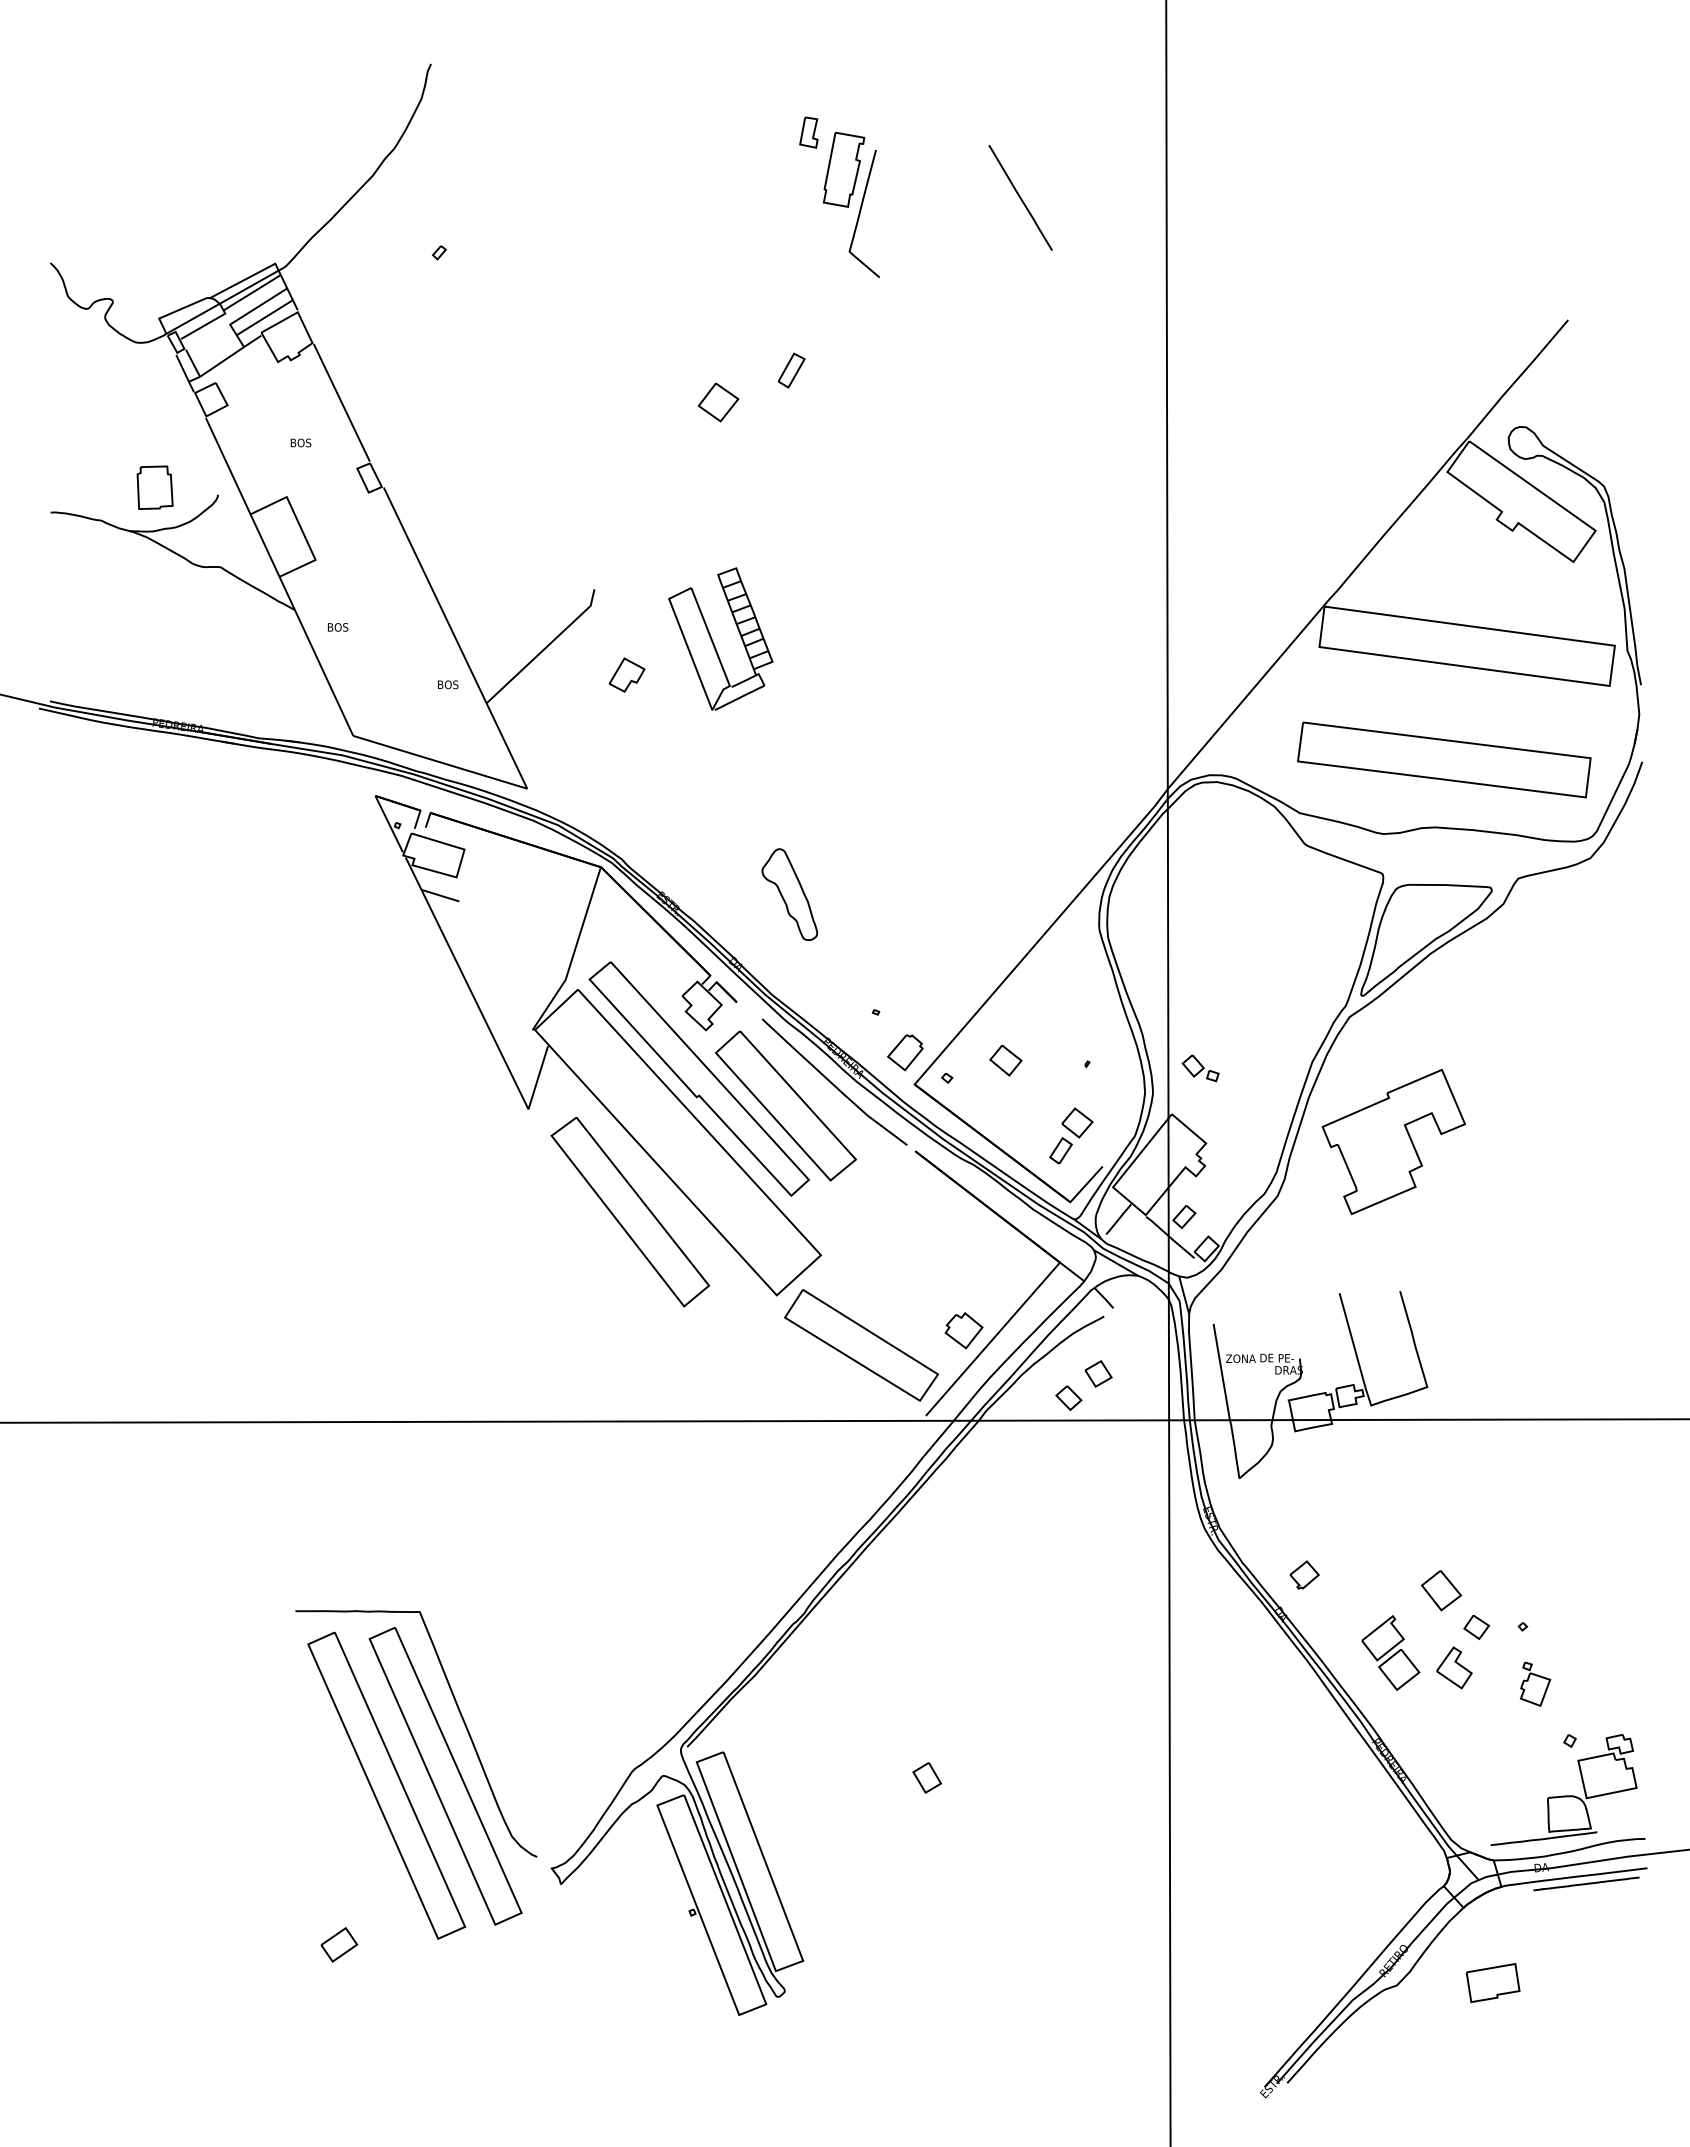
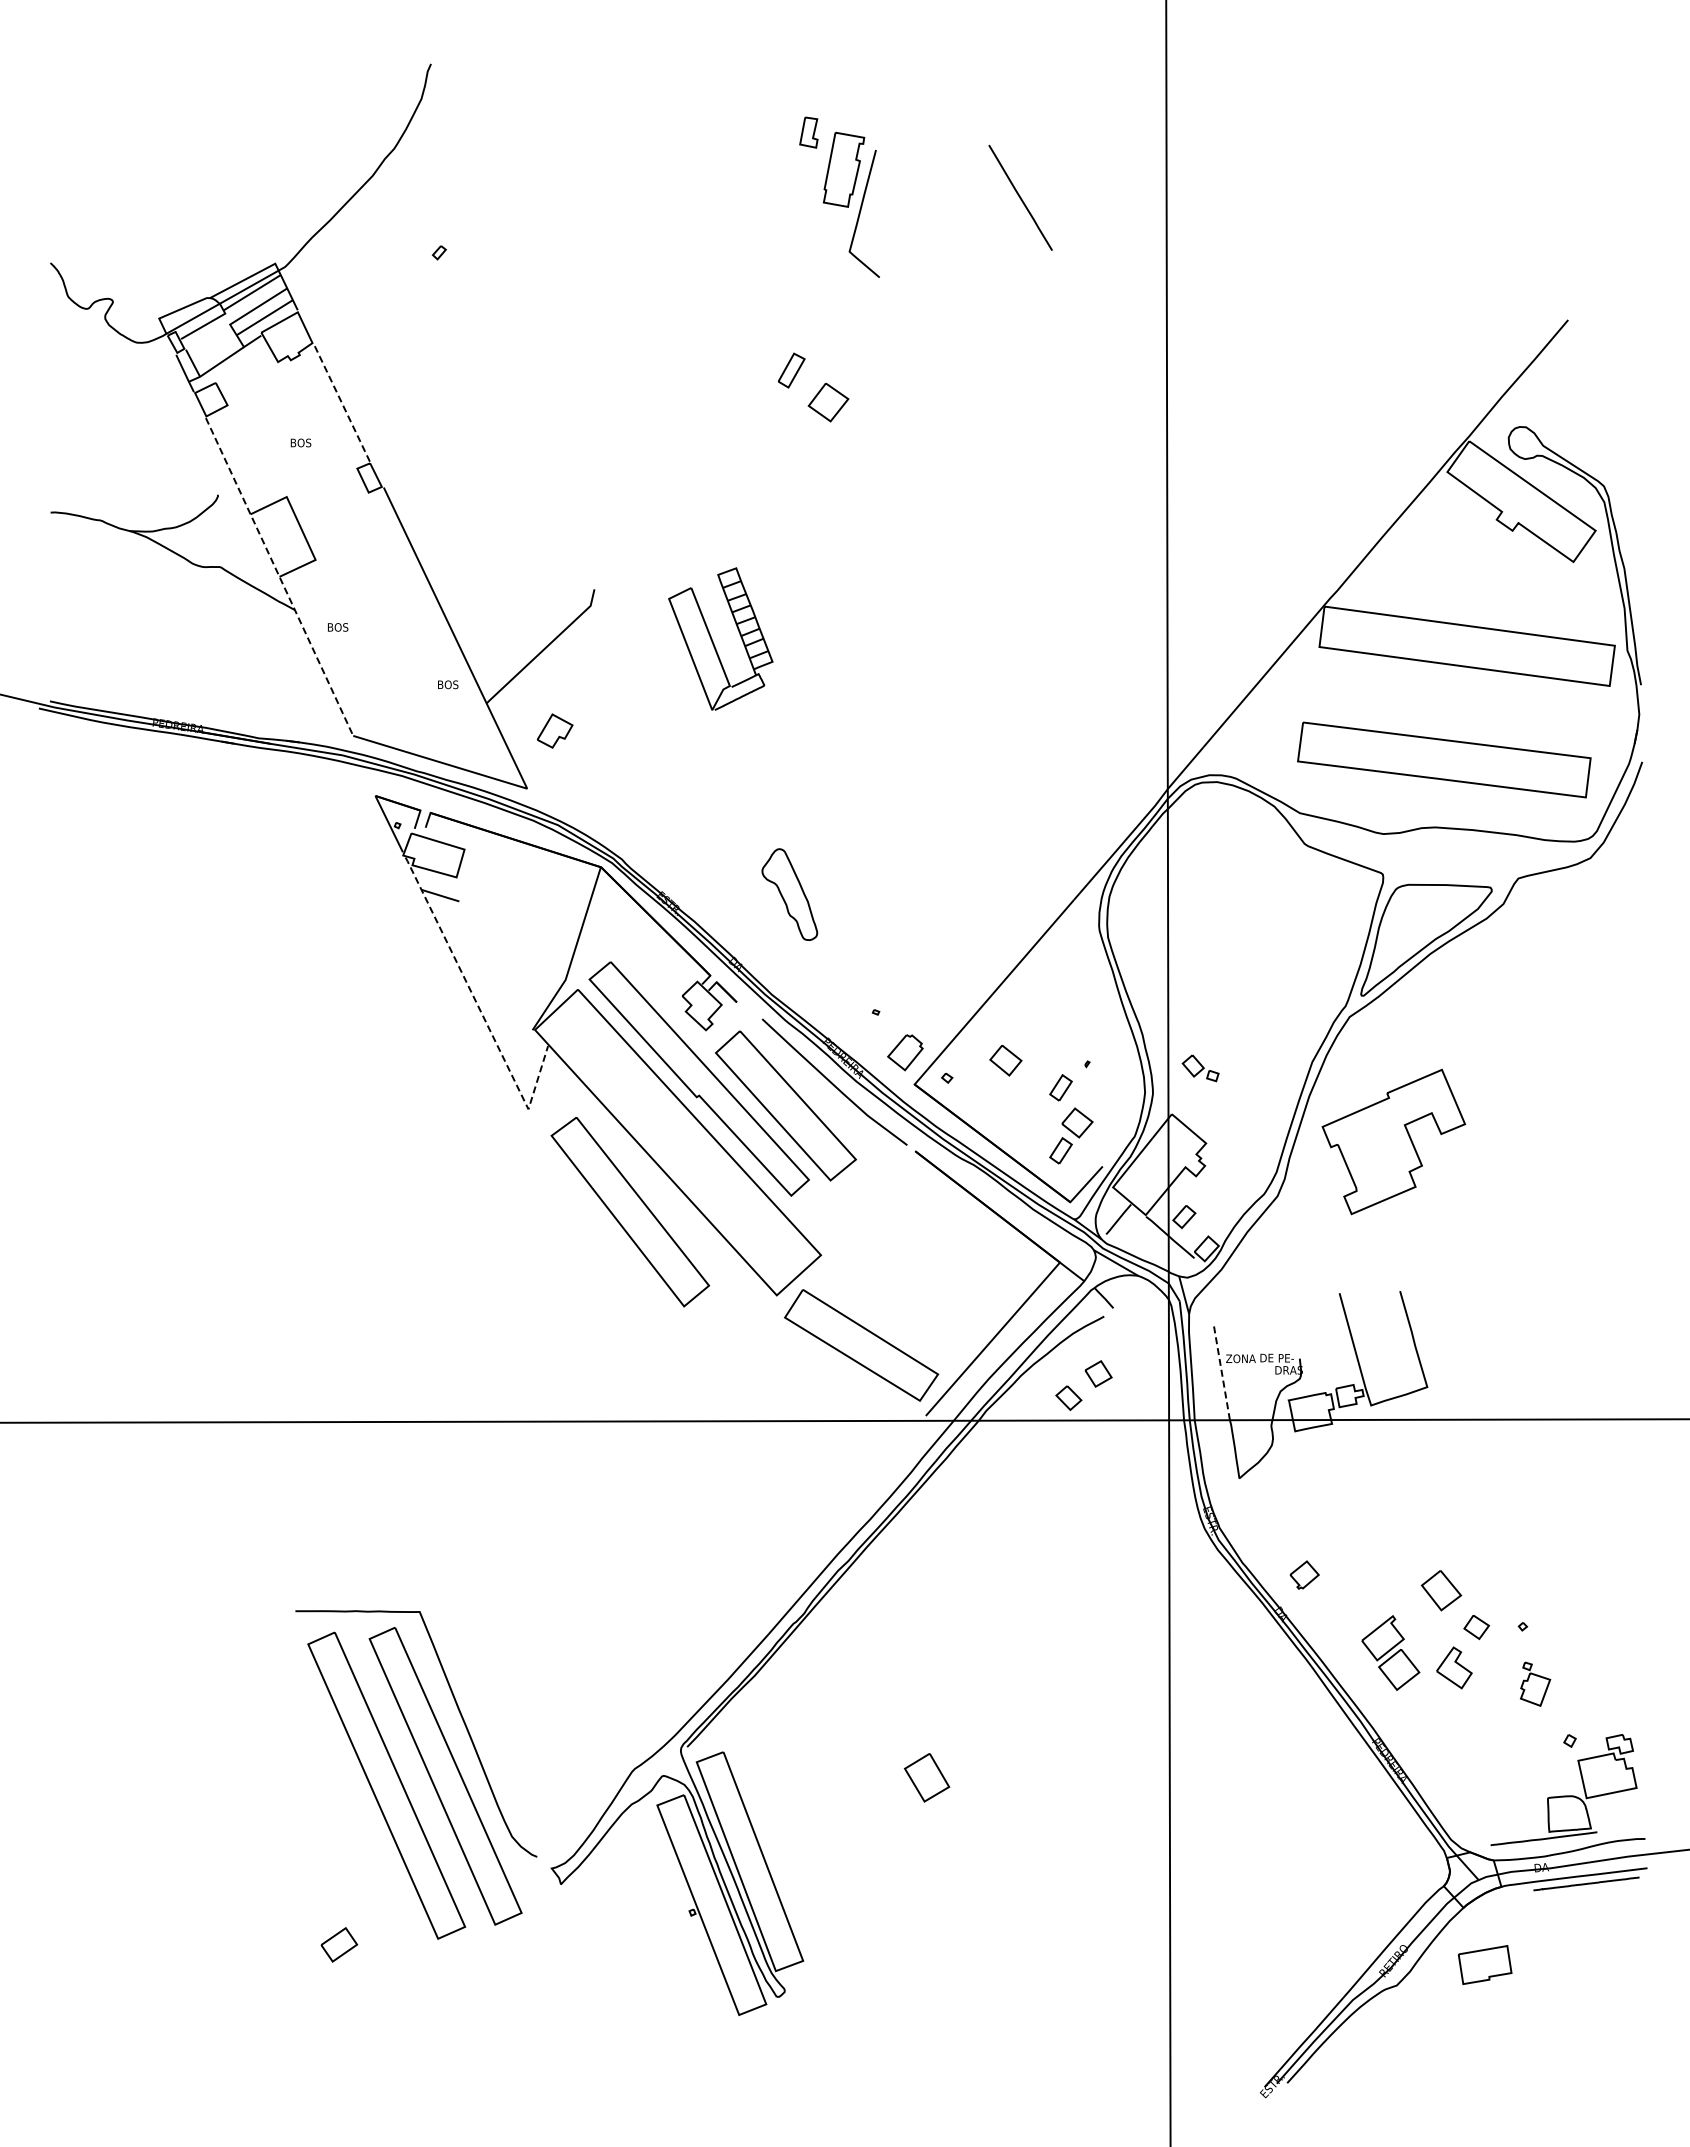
line at (341, 402): solid -> dashed
part at (718, 402) position: (718, 402) -> (828, 402)
part at (154, 487): present -> none
line at (279, 577): solid -> dashed
part at (627, 674) position: (627, 674) -> (555, 730)
line at (481, 1013): solid -> dashed
part at (1060, 1087): none -> present
part at (963, 1330): present -> none
line at (1221, 1372): solid -> dashed
part at (927, 1777) size: 31x32 px -> 48x50 px
part at (1493, 1982) position: (1493, 1982) -> (1485, 1964)
